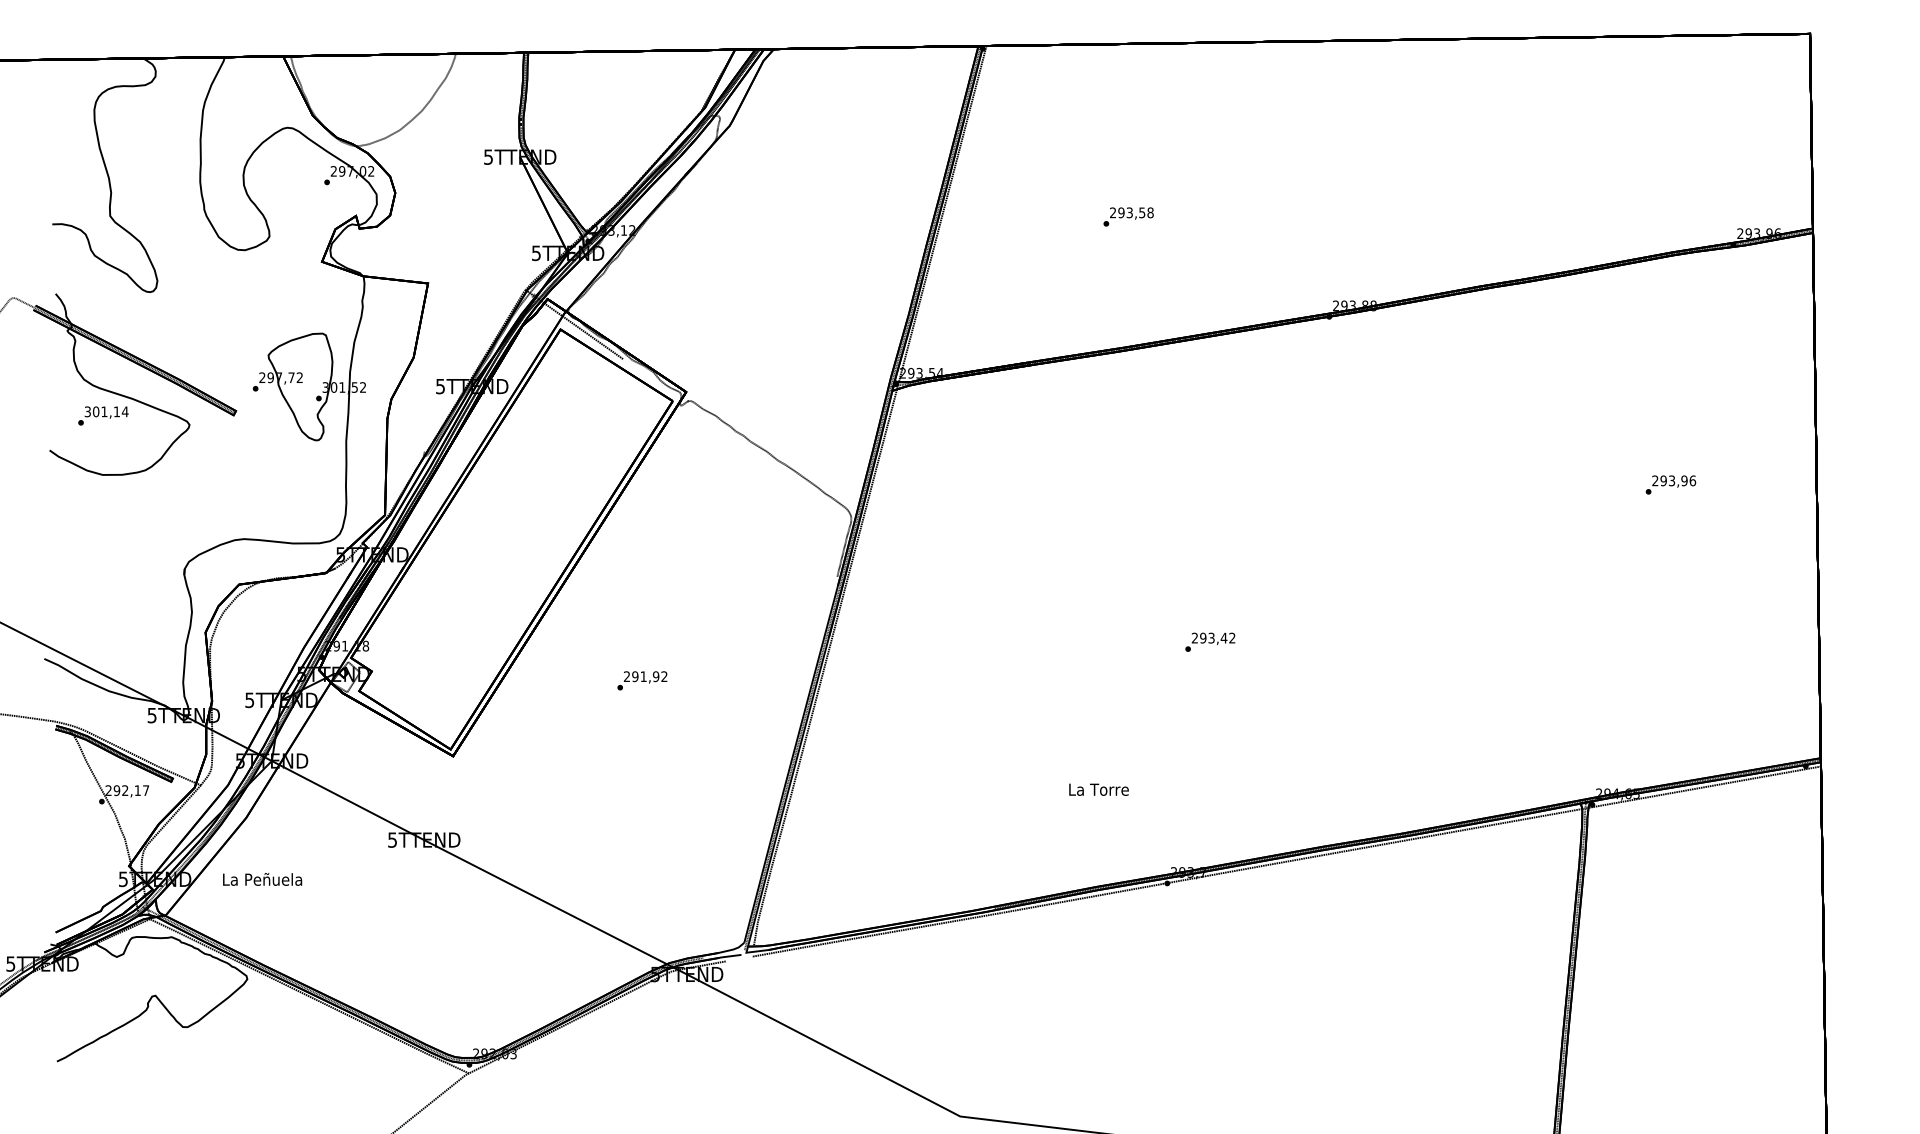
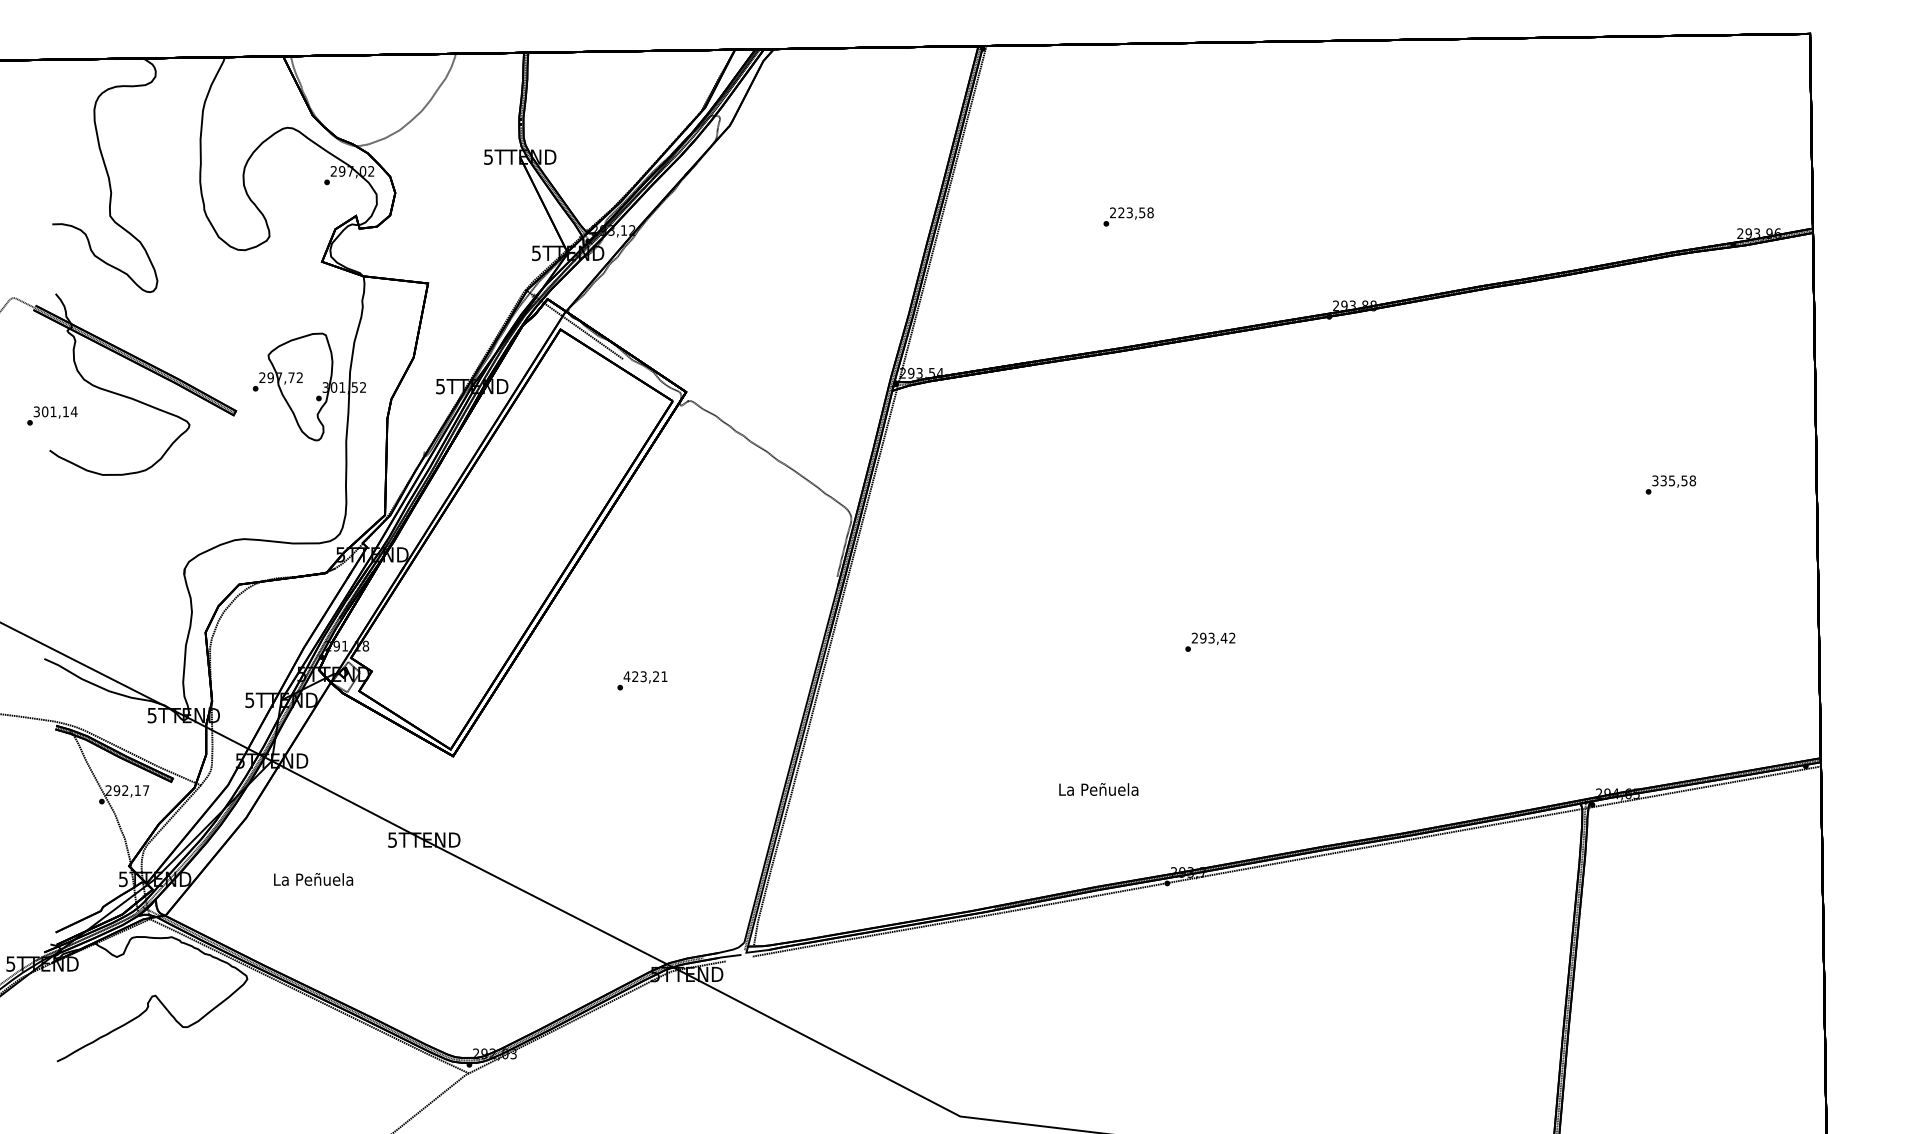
text at (1121, 212): 293,58 -> 223,58
text at (103, 415) position: (103, 415) -> (52, 415)
text at (1674, 480): 293,96 -> 335,58
text at (645, 676): 291,92 -> 423,21
text at (1098, 789): La Torre -> La Peñuela
text at (262, 879) position: (262, 879) -> (313, 879)
